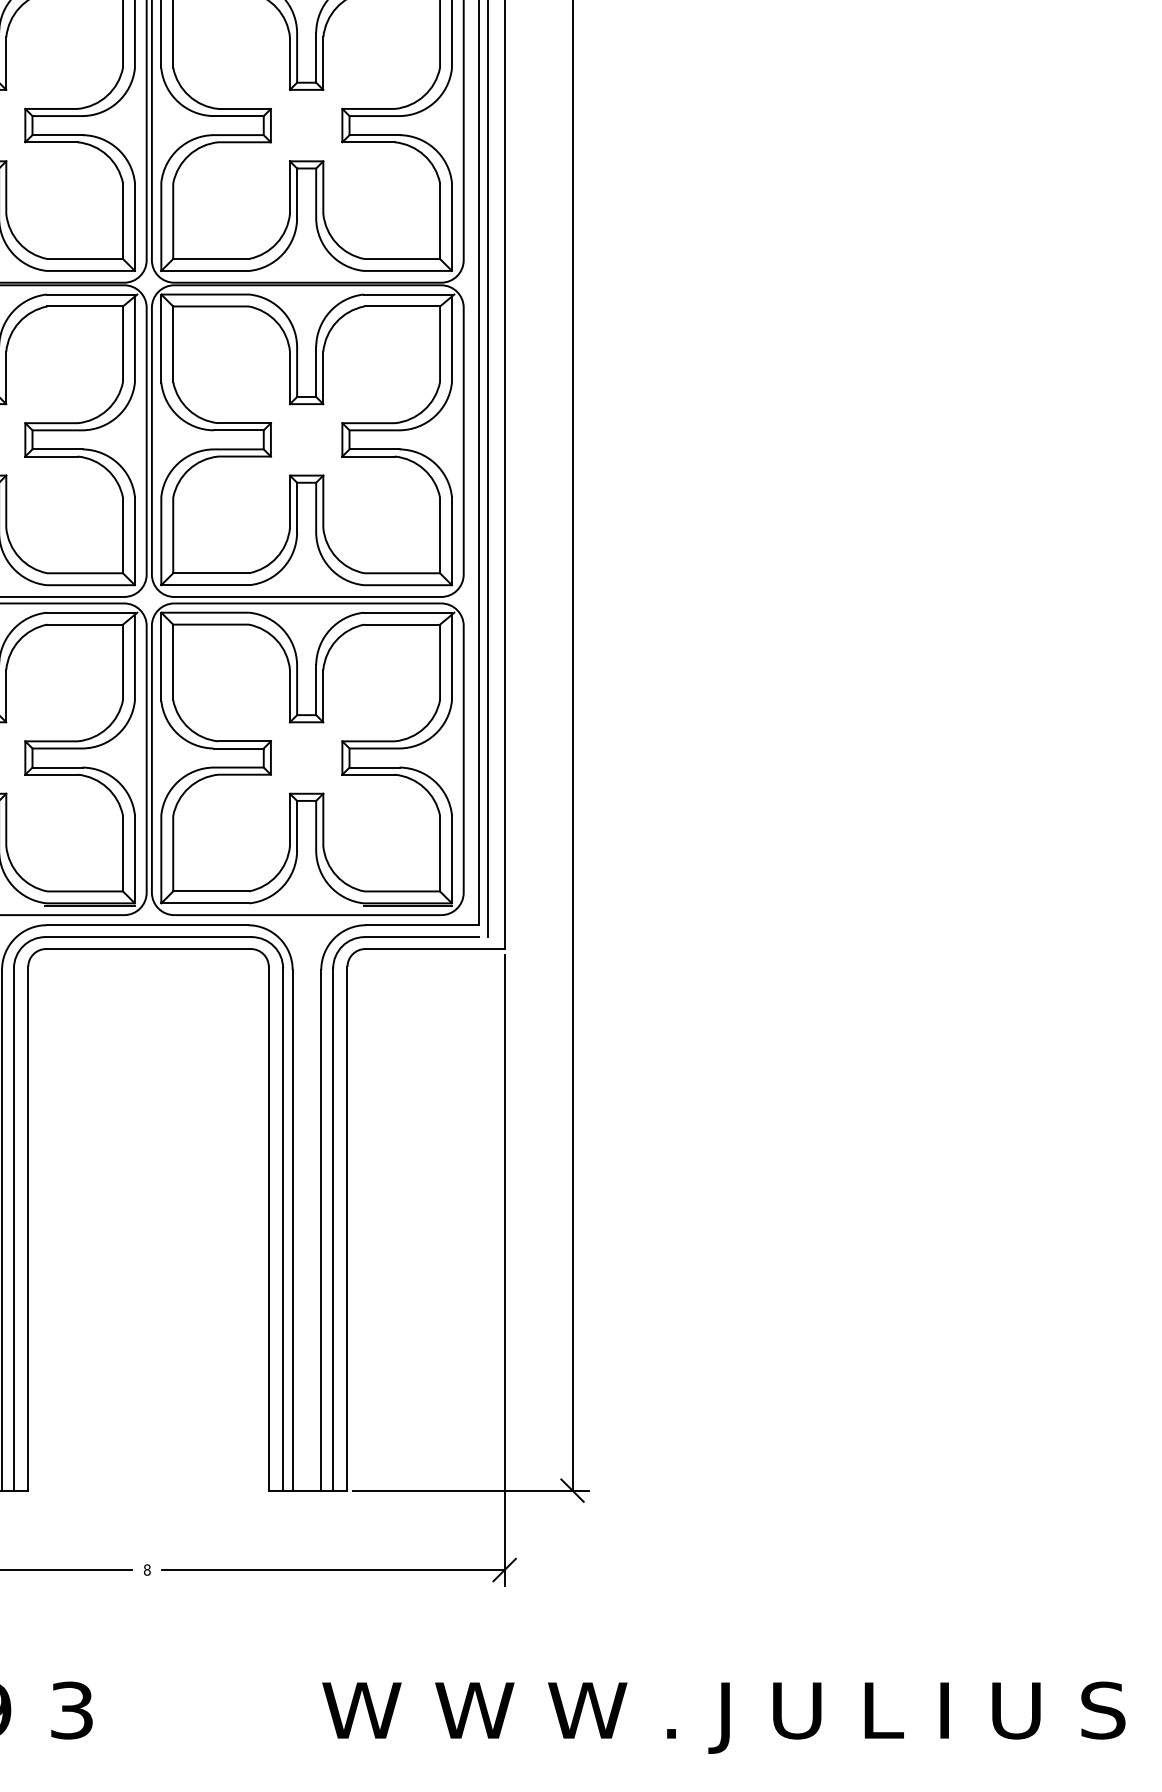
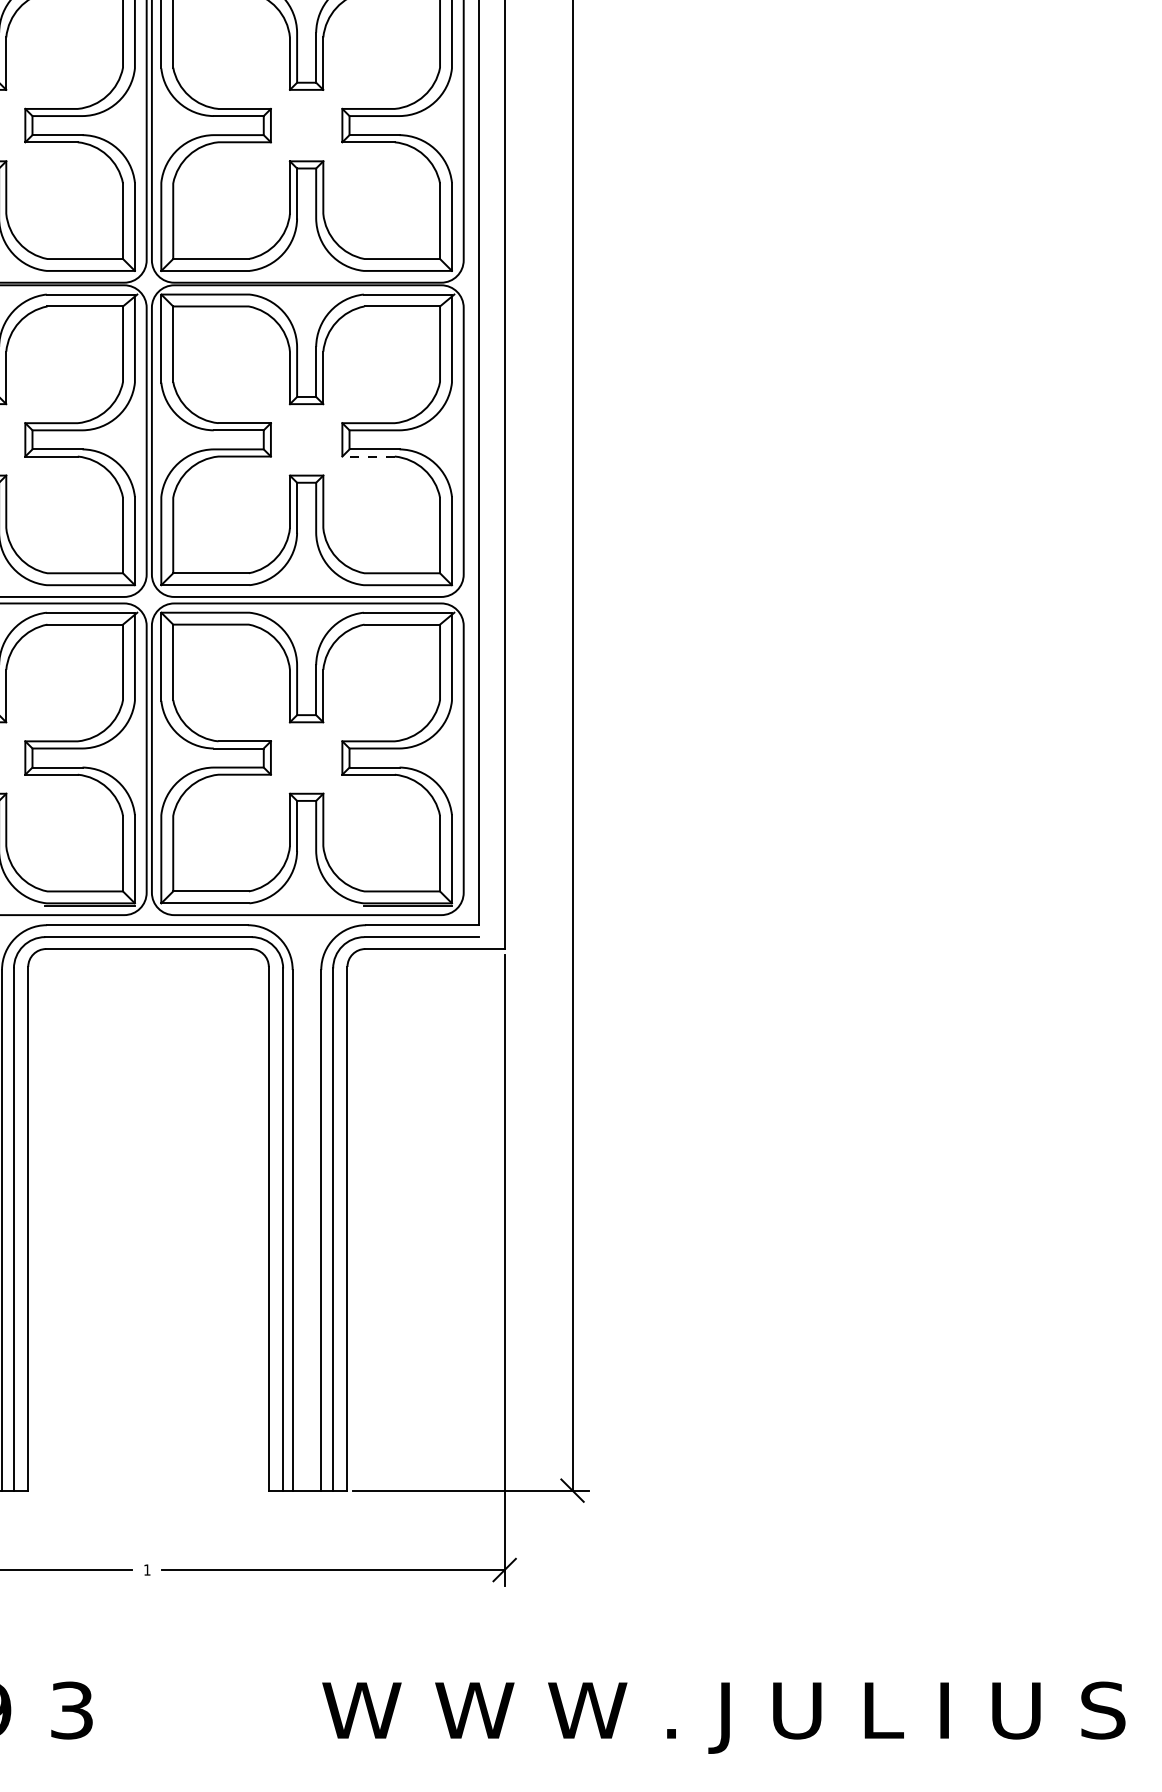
line at (368, 456): solid -> dashed
line at (488, 469): present -> none
text at (147, 1569): 8 -> 1
